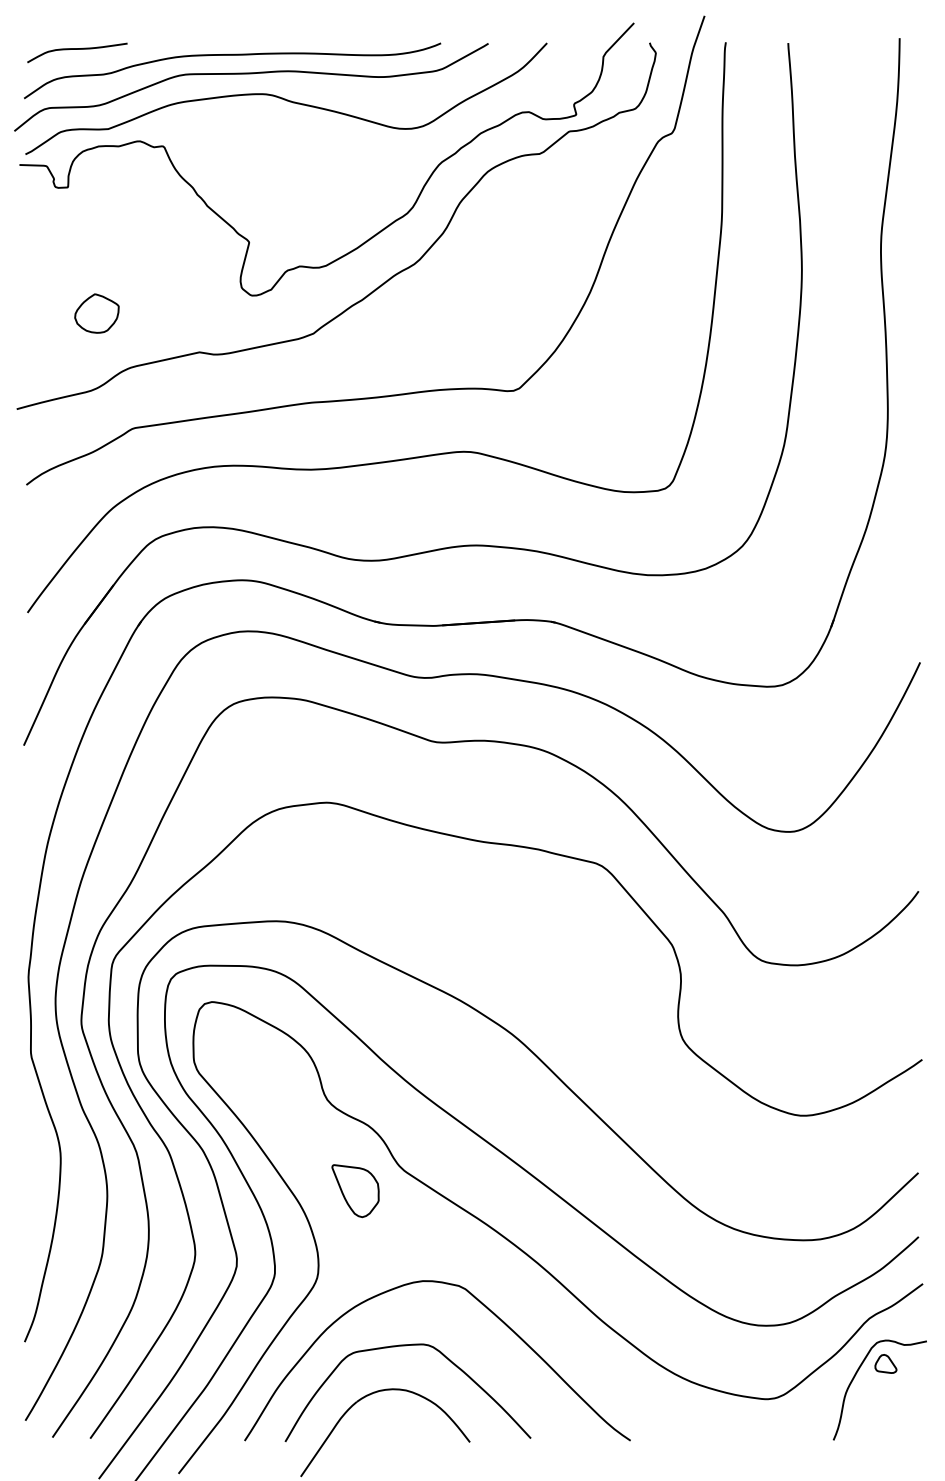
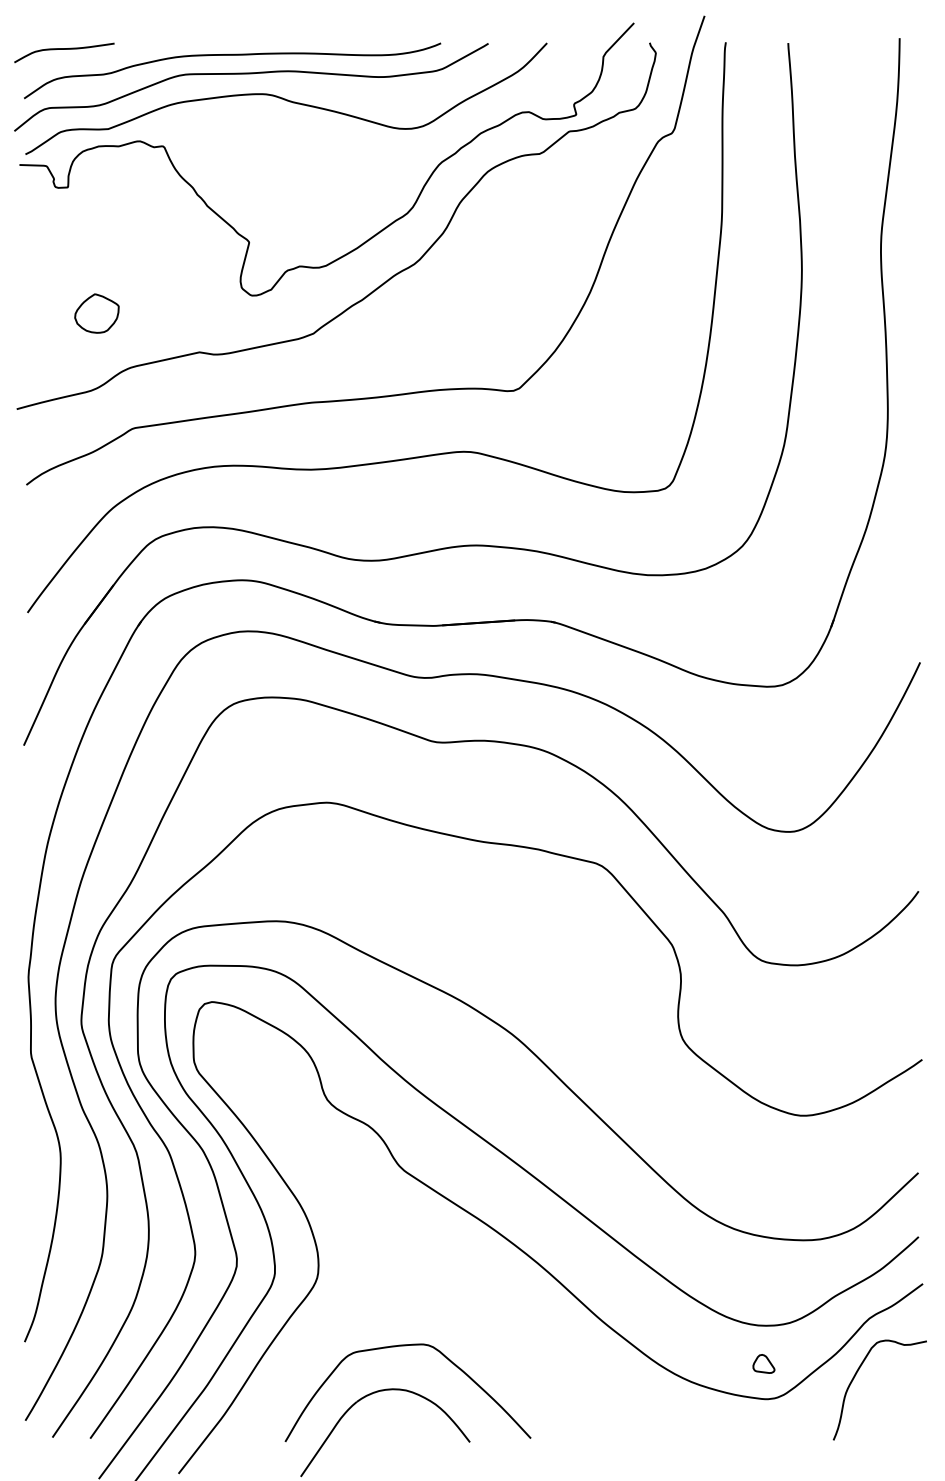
curve at (77, 49) position: (77, 49) -> (64, 49)
part at (355, 1191): present -> none
curve at (481, 1304): present -> none
part at (885, 1363) position: (885, 1363) -> (763, 1363)
